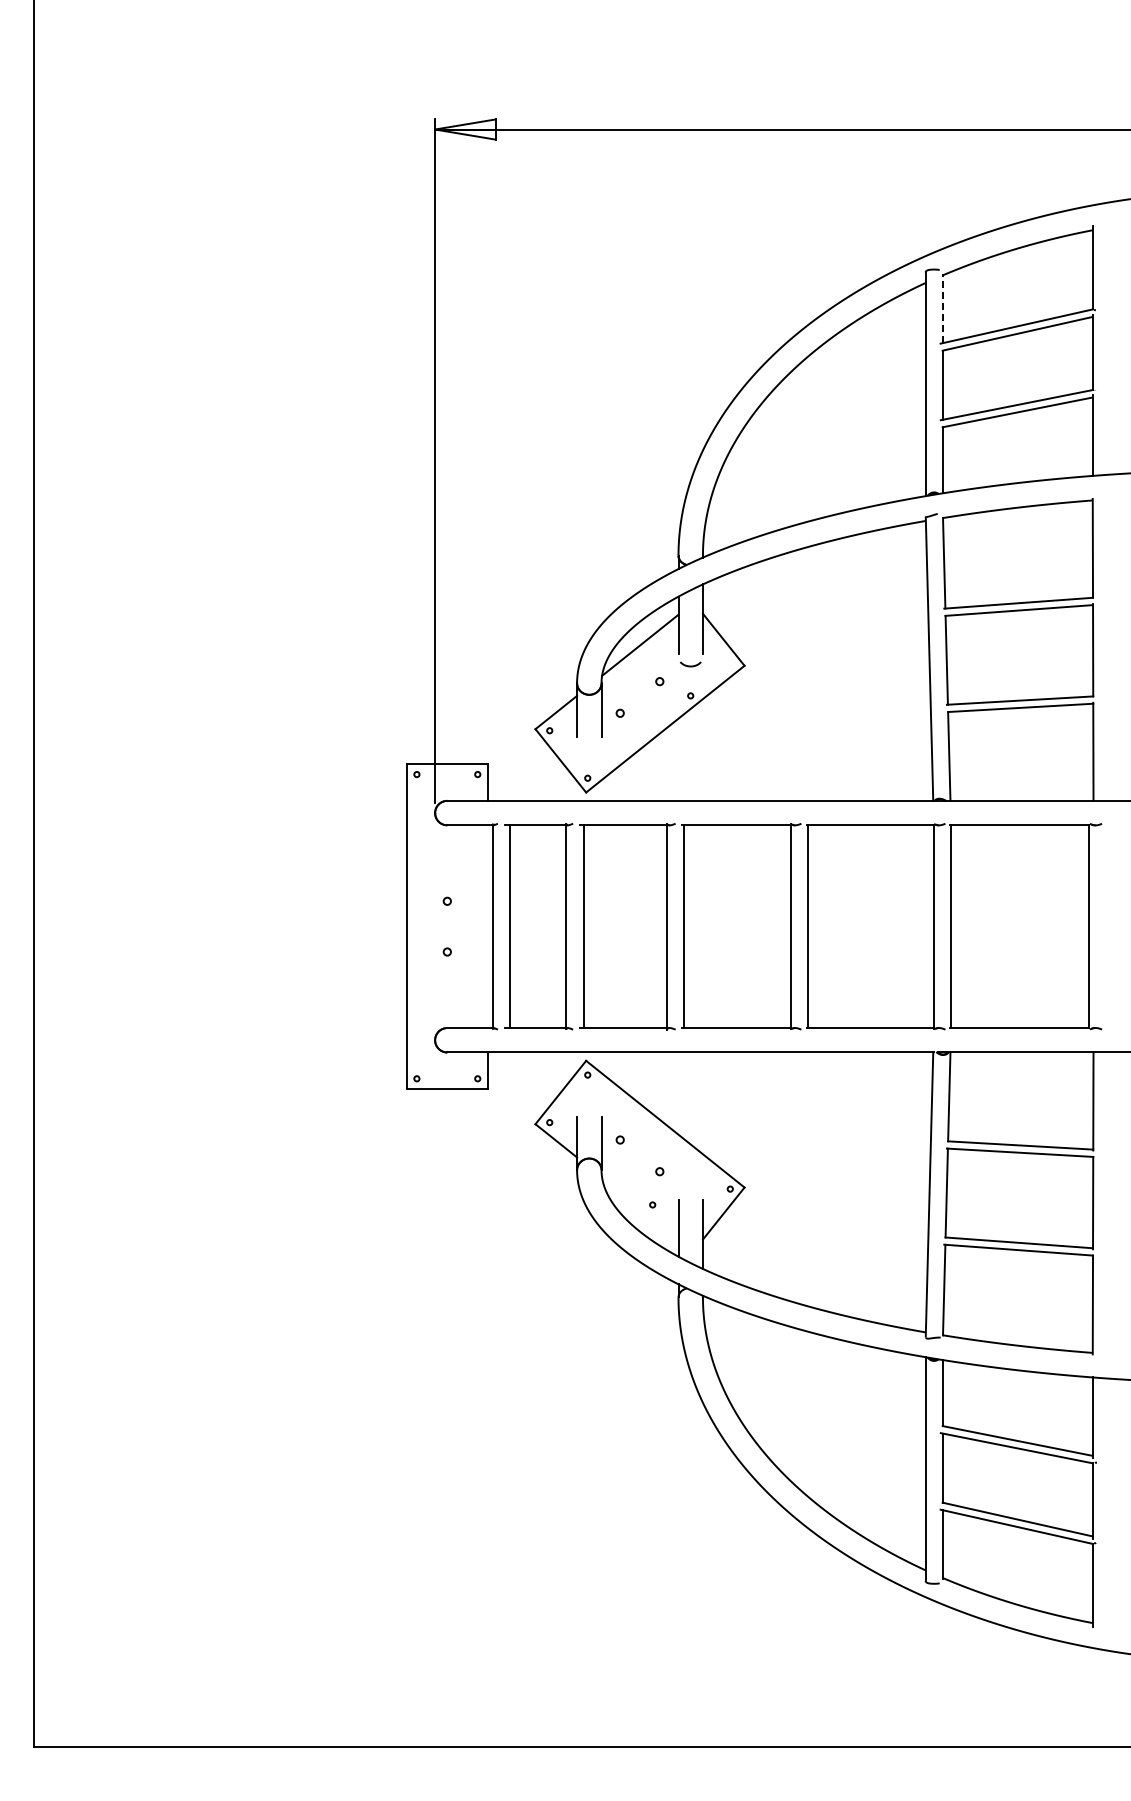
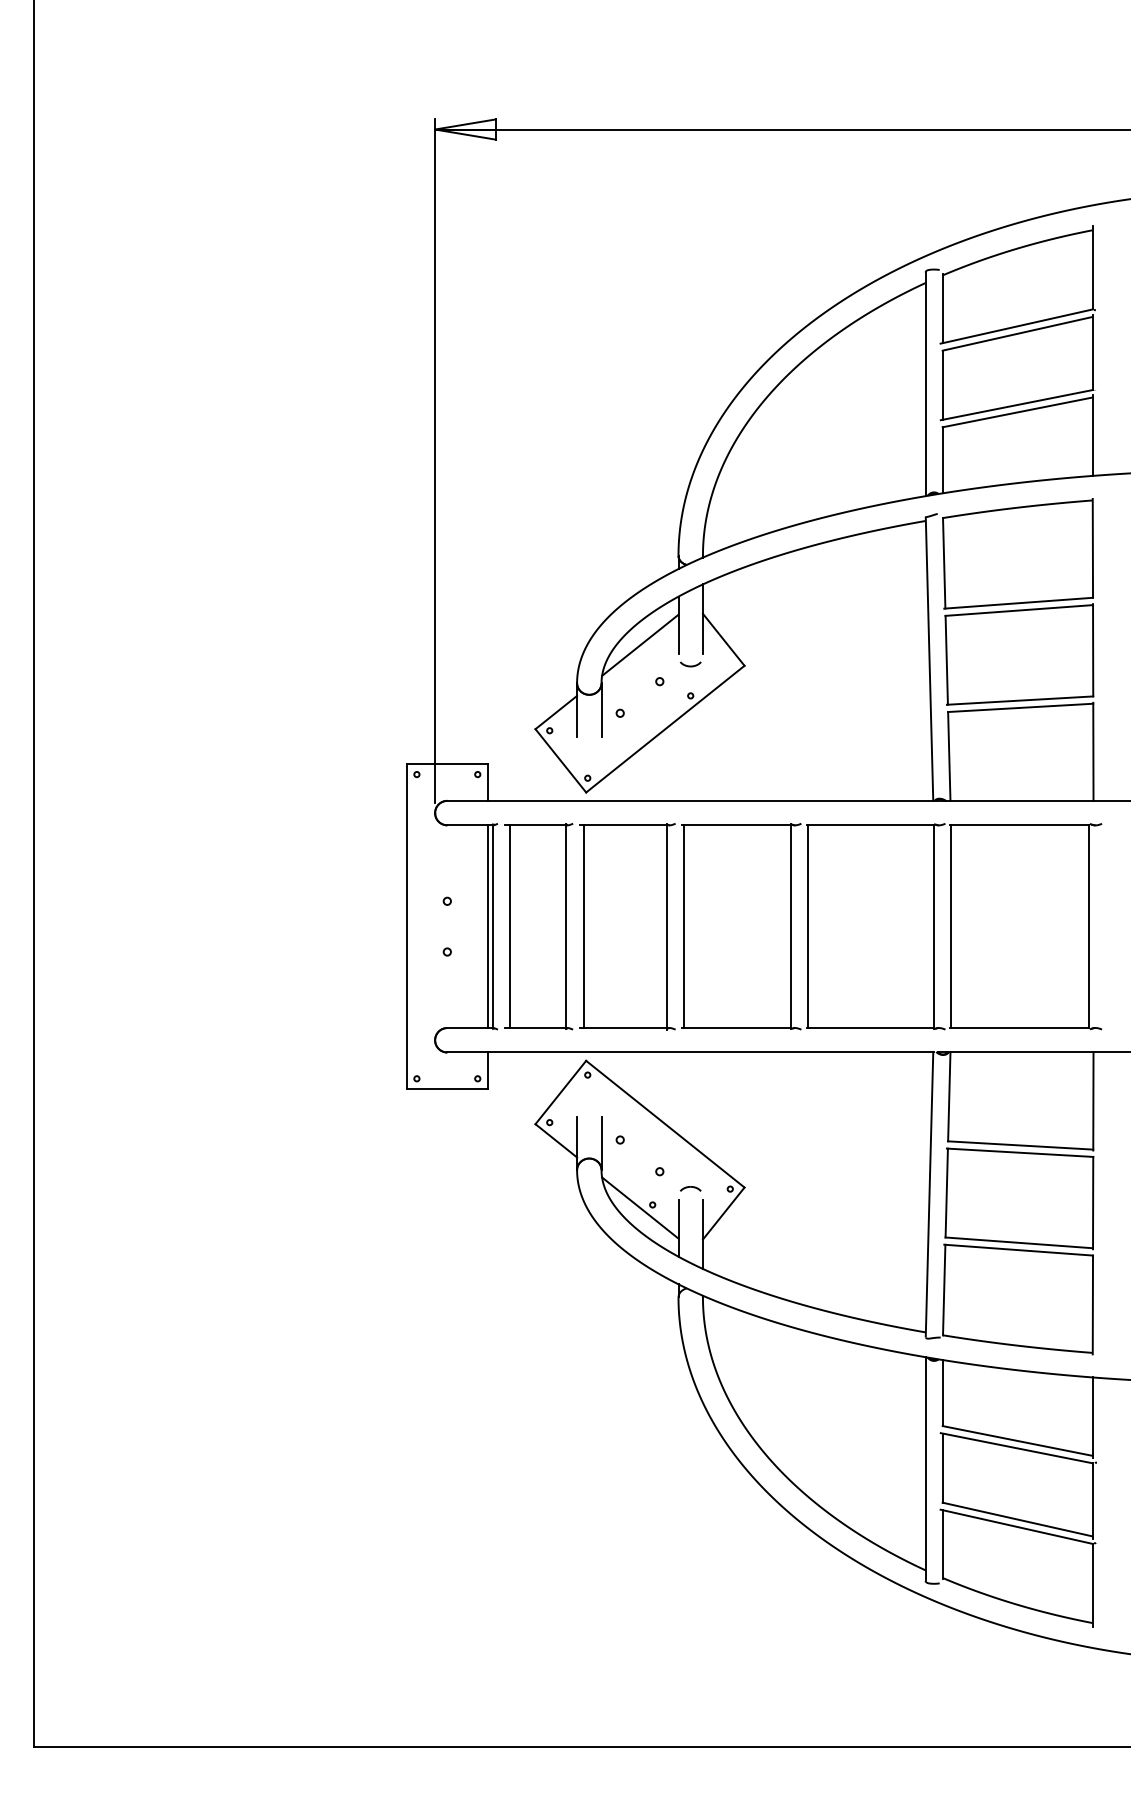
line at (942, 308): dashed -> solid
line at (487, 926): none -> present
part at (690, 1188): none -> present
line at (640, 1207): none -> present
